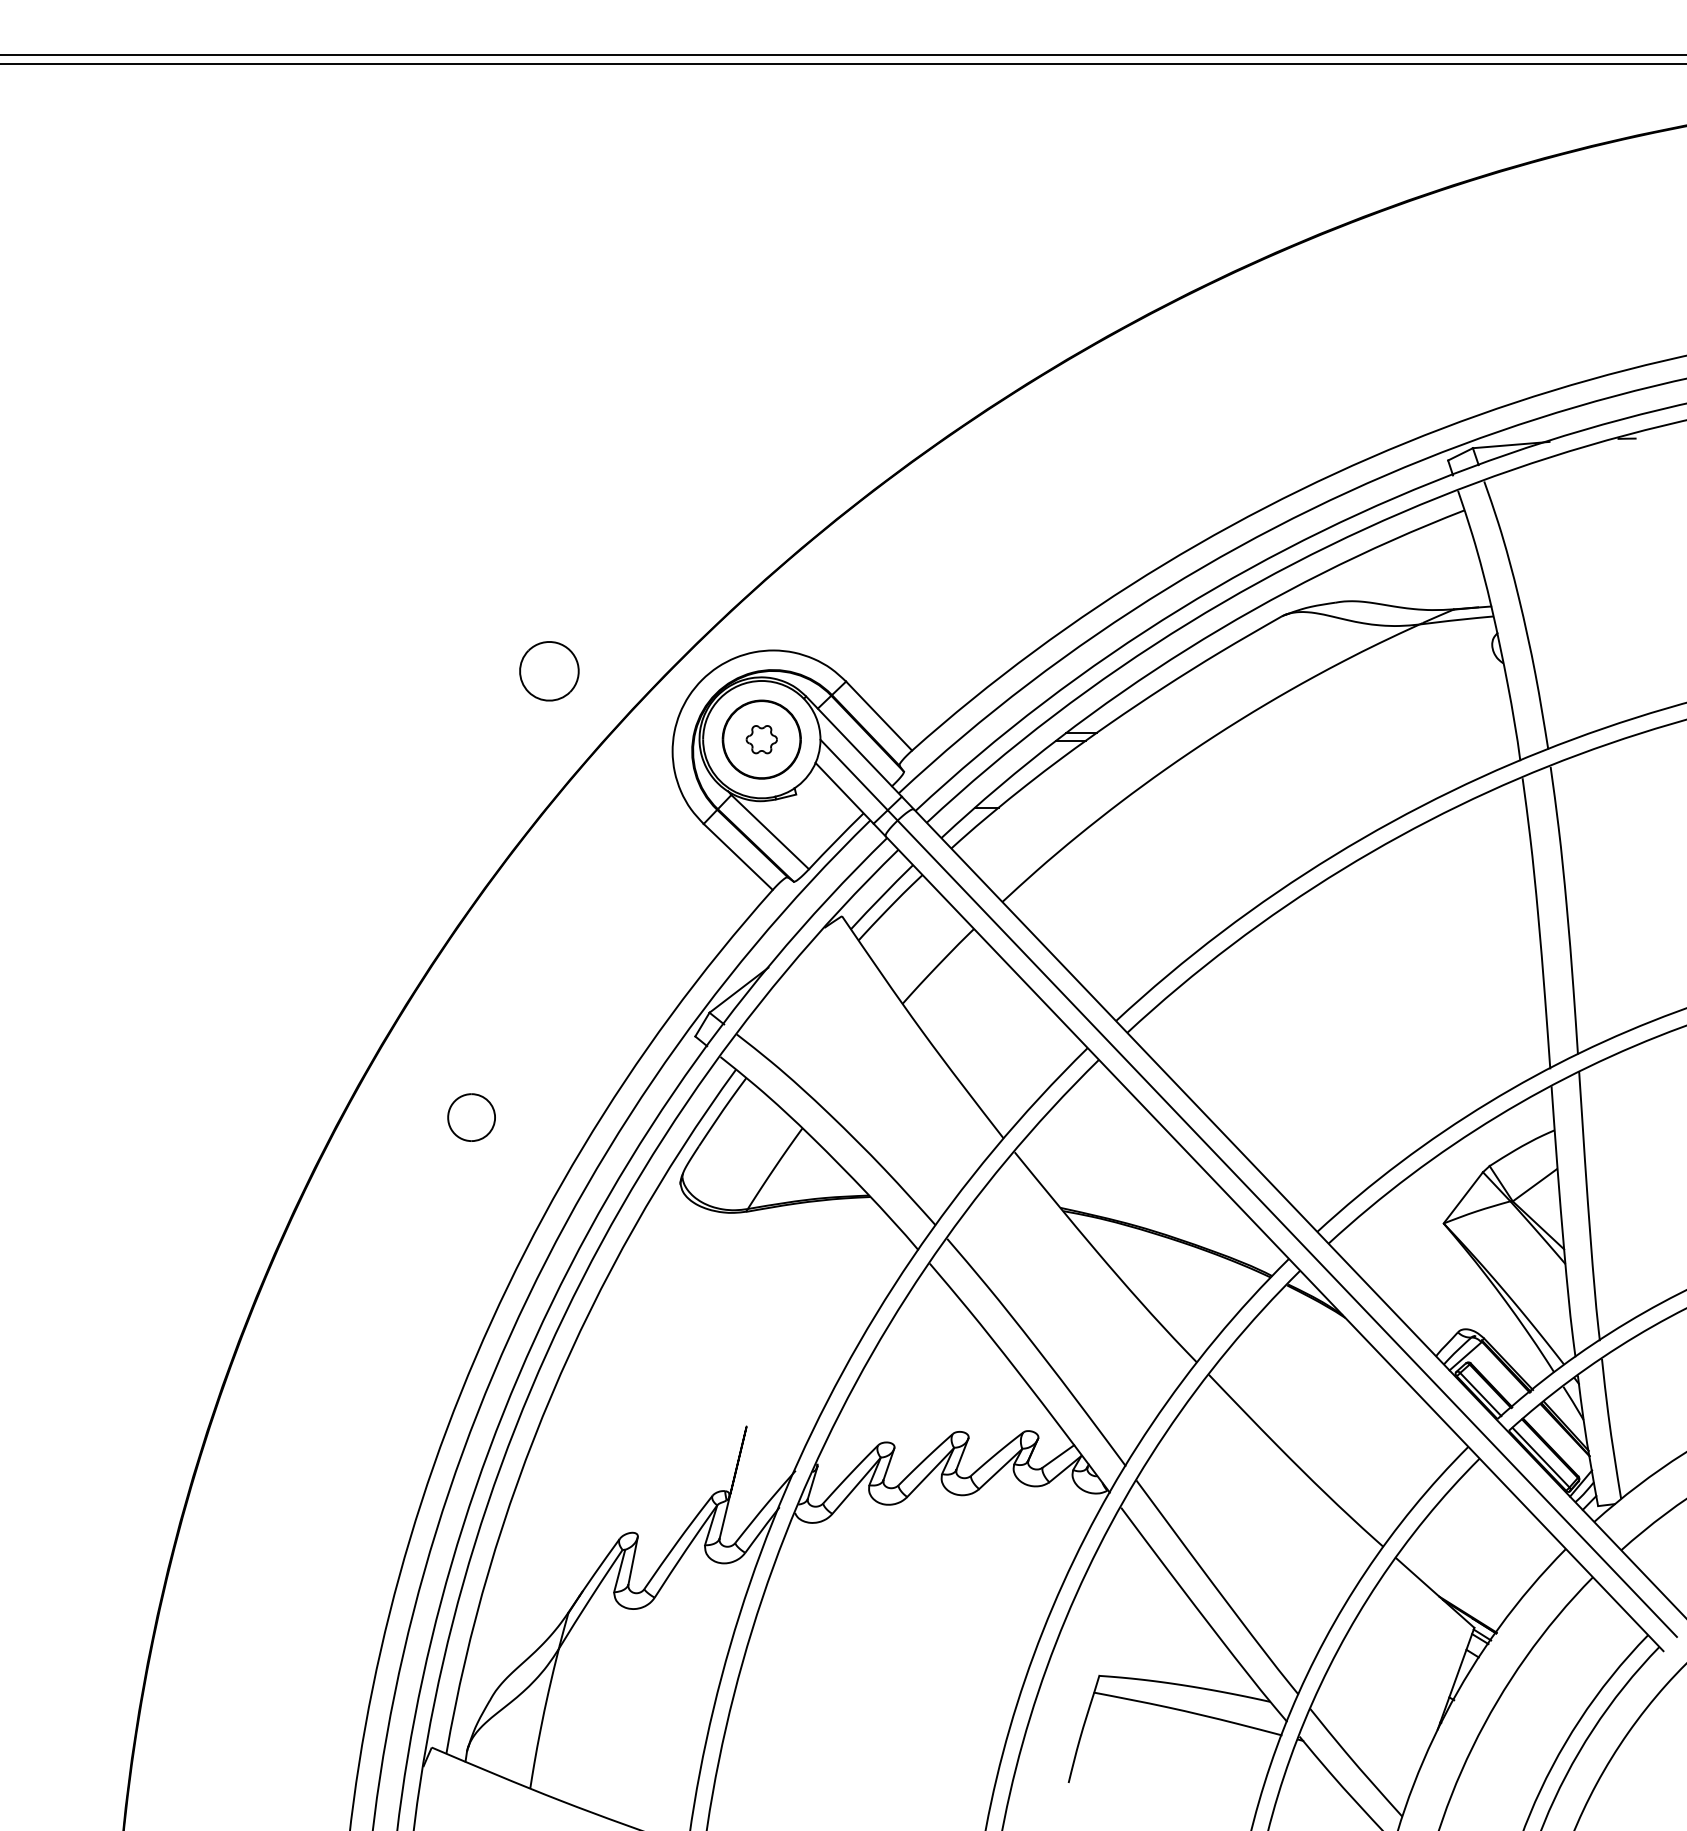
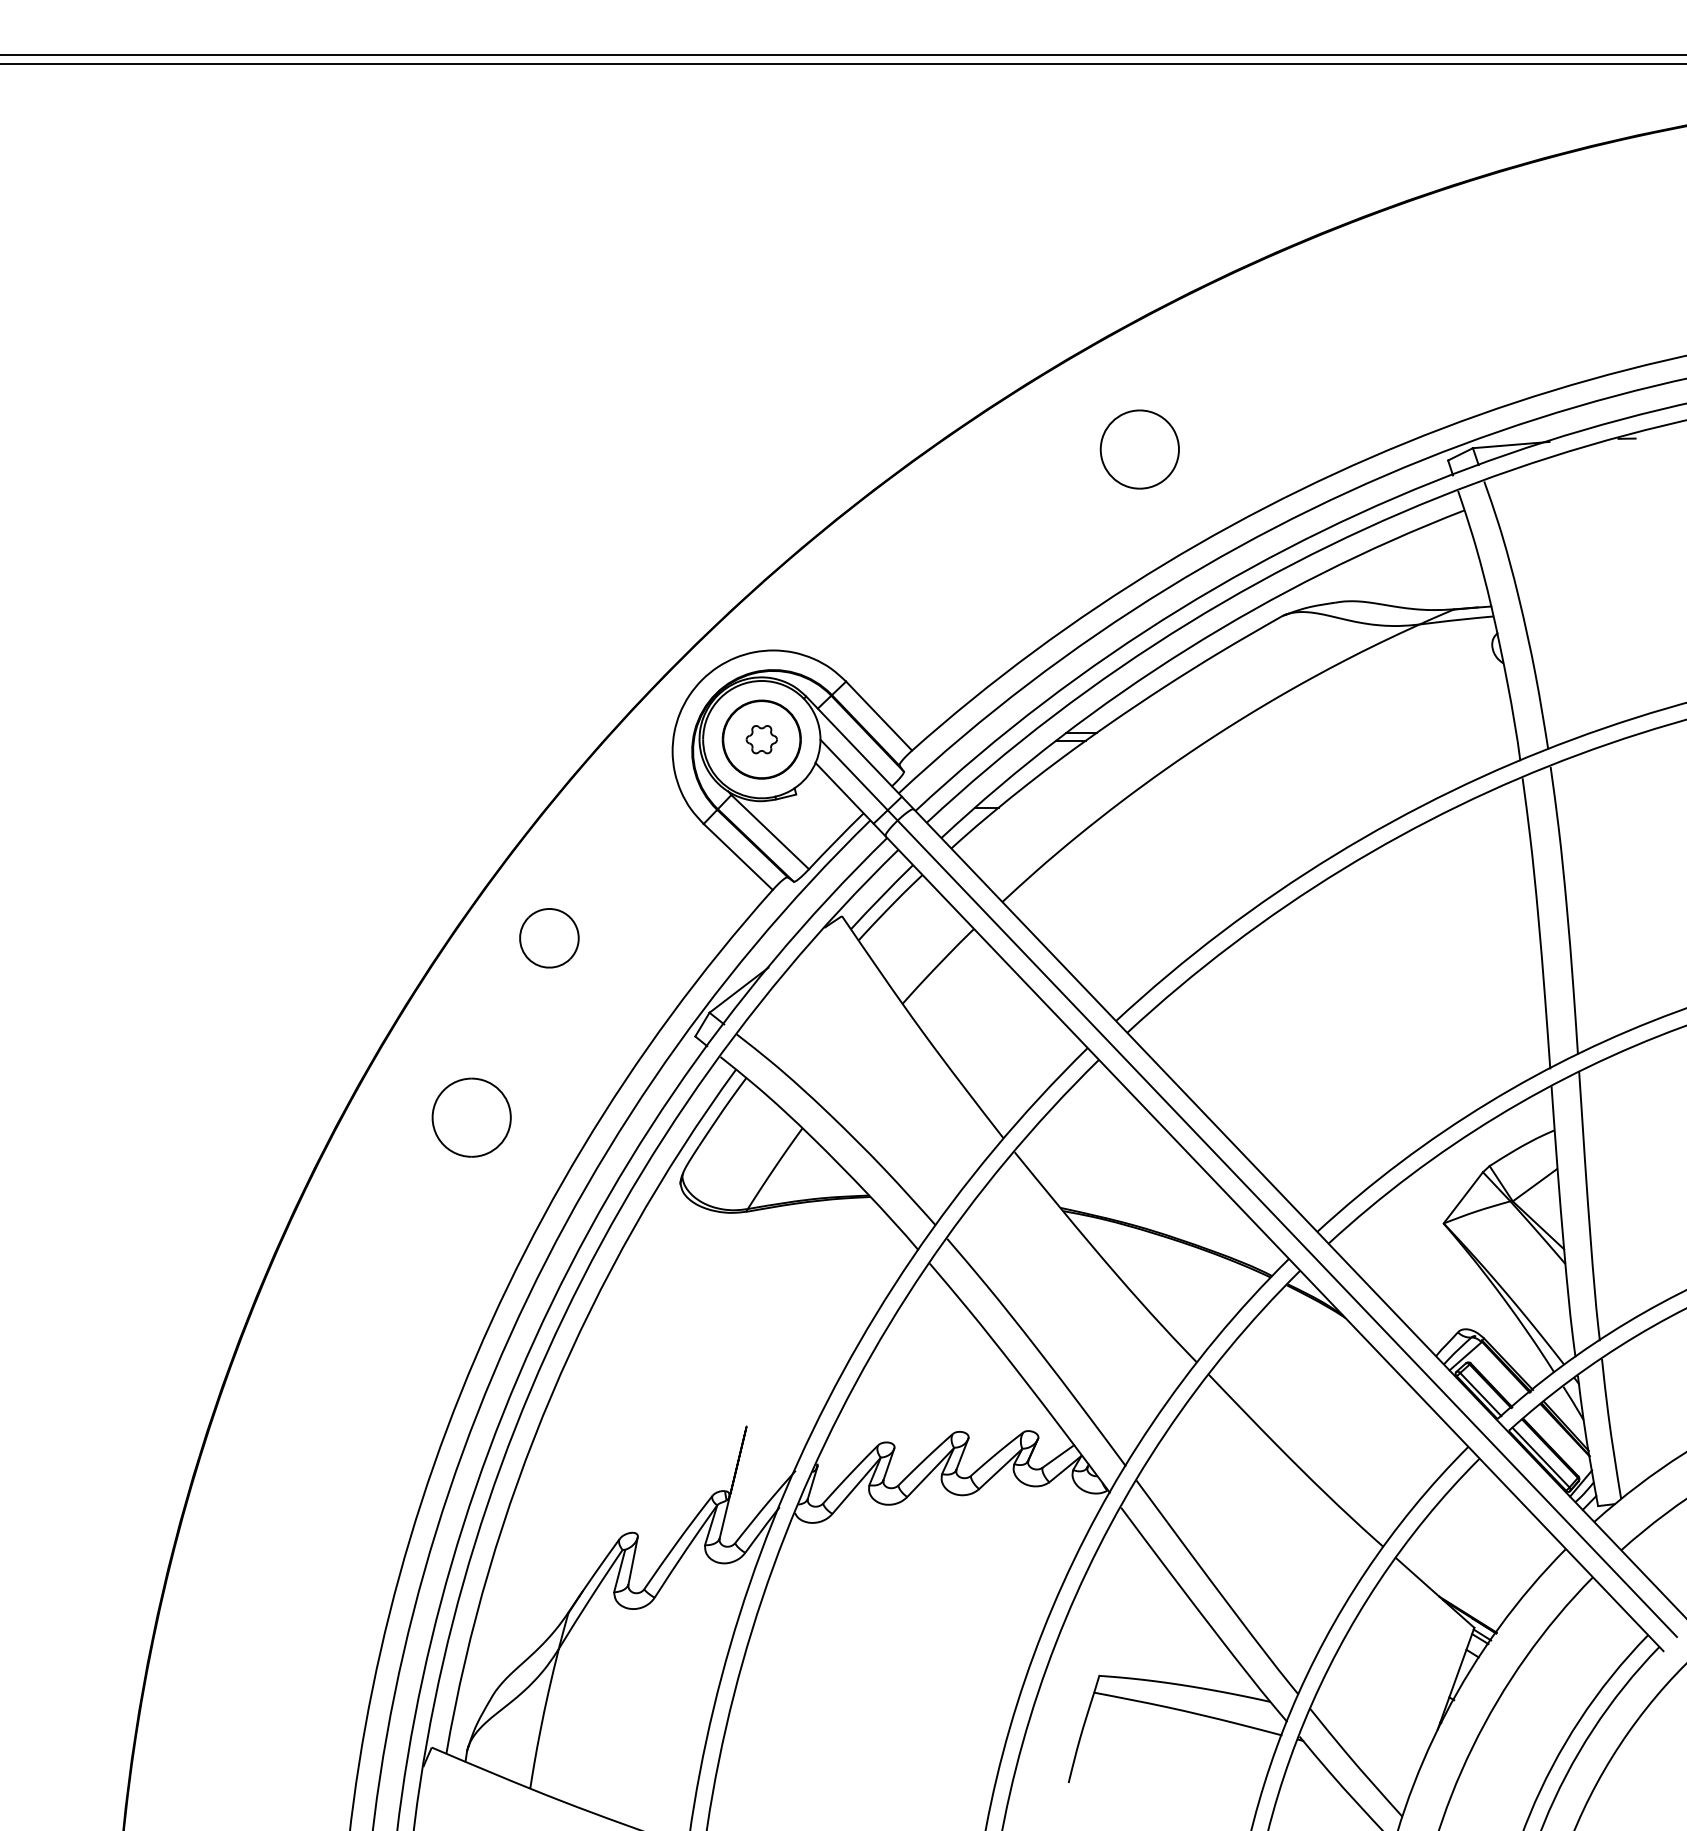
part at (1139, 449): none -> present
part at (549, 671) position: (549, 671) -> (549, 938)
part at (471, 1117) size: 49x49 px -> 81x81 px
